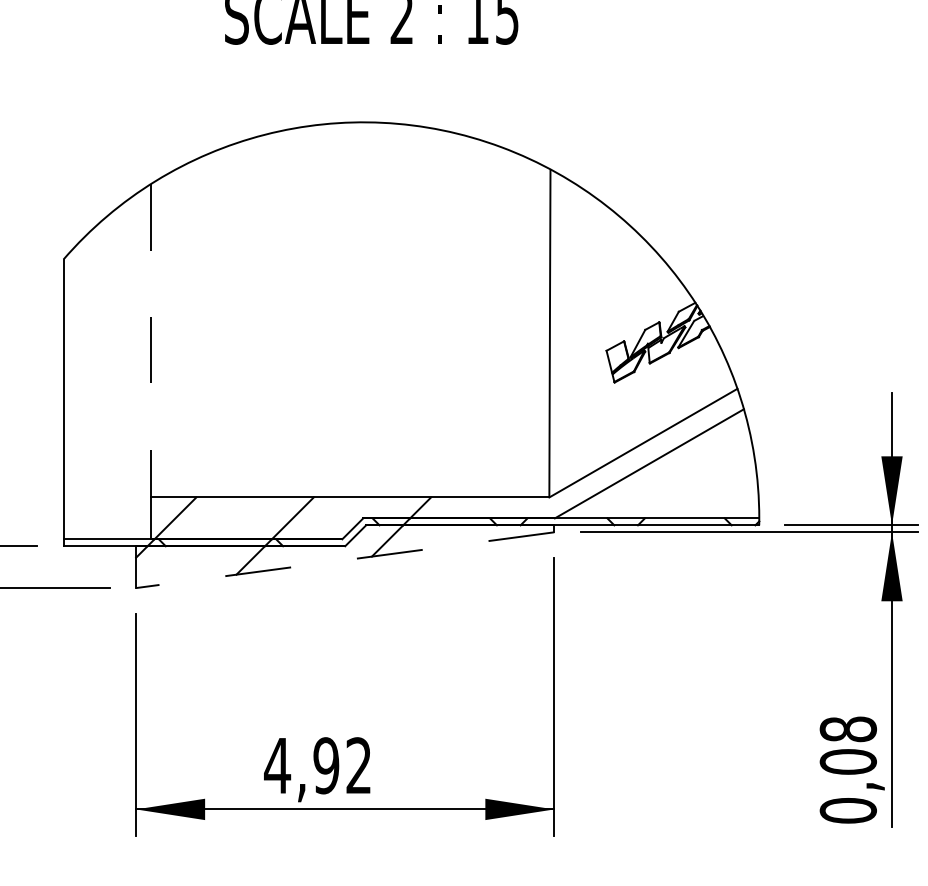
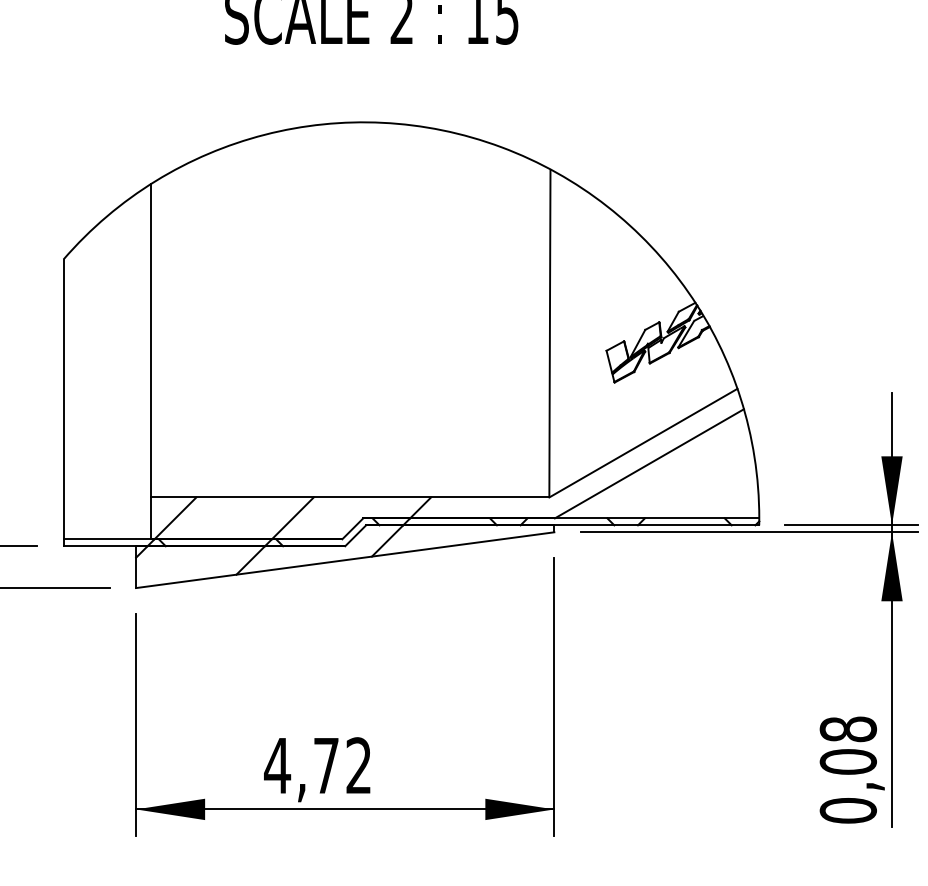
line at (150, 340): dashed -> solid
line at (345, 560): dashed -> solid
text at (326, 765): 4,92 -> 4,72
